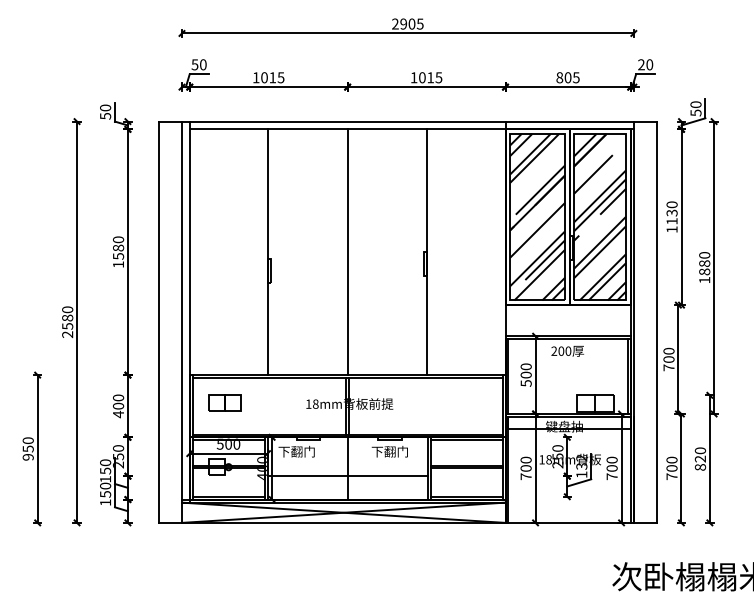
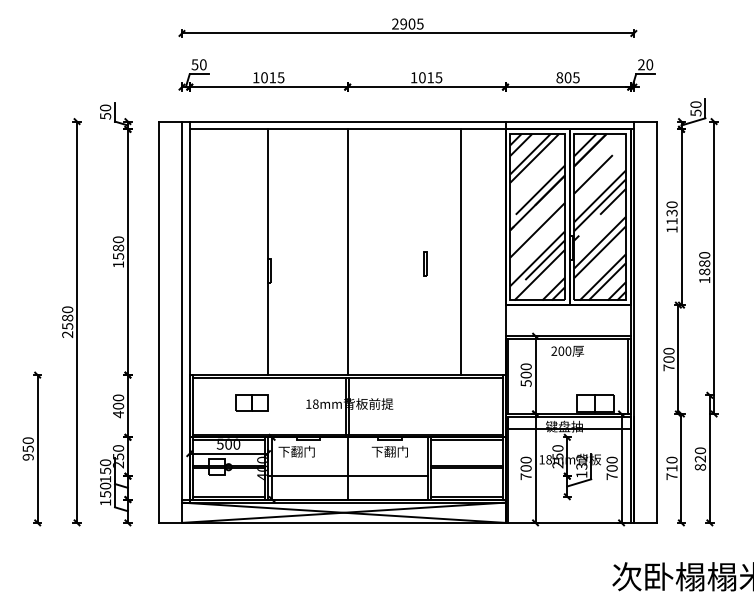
line at (426, 252) position: (426, 252) -> (460, 252)
part at (224, 402) position: (224, 402) -> (251, 402)
text at (671, 468): 700 -> 710
